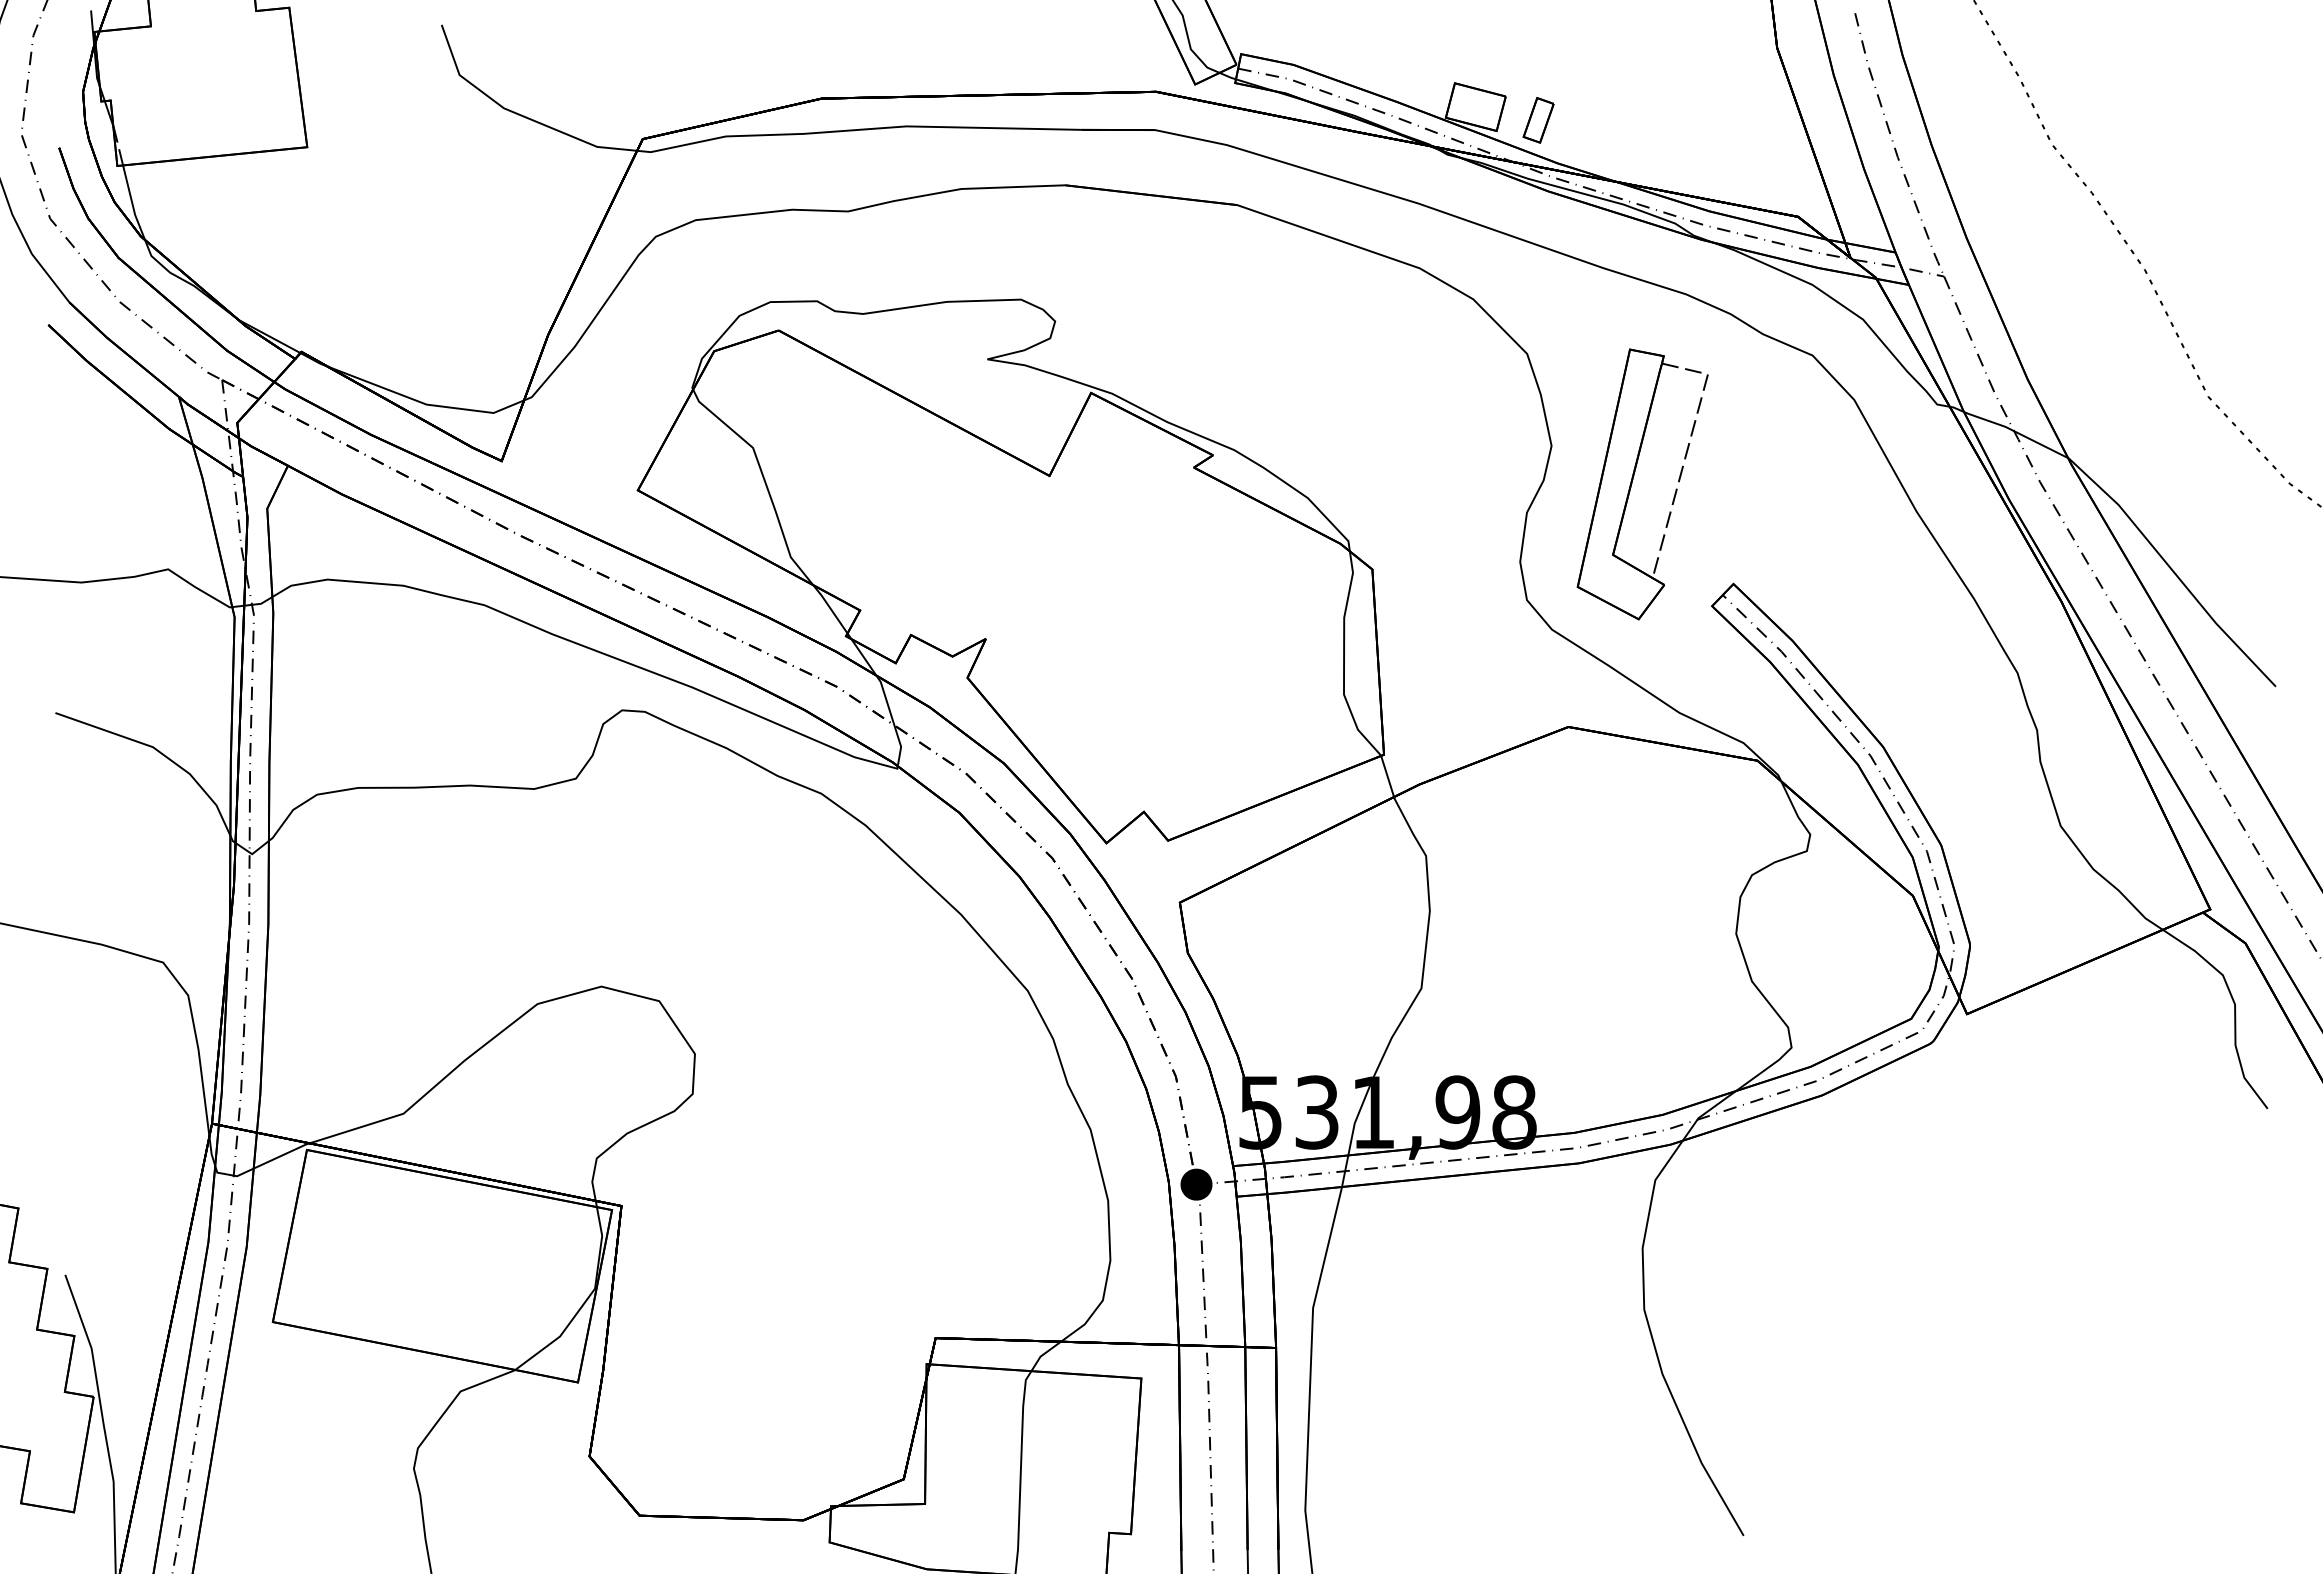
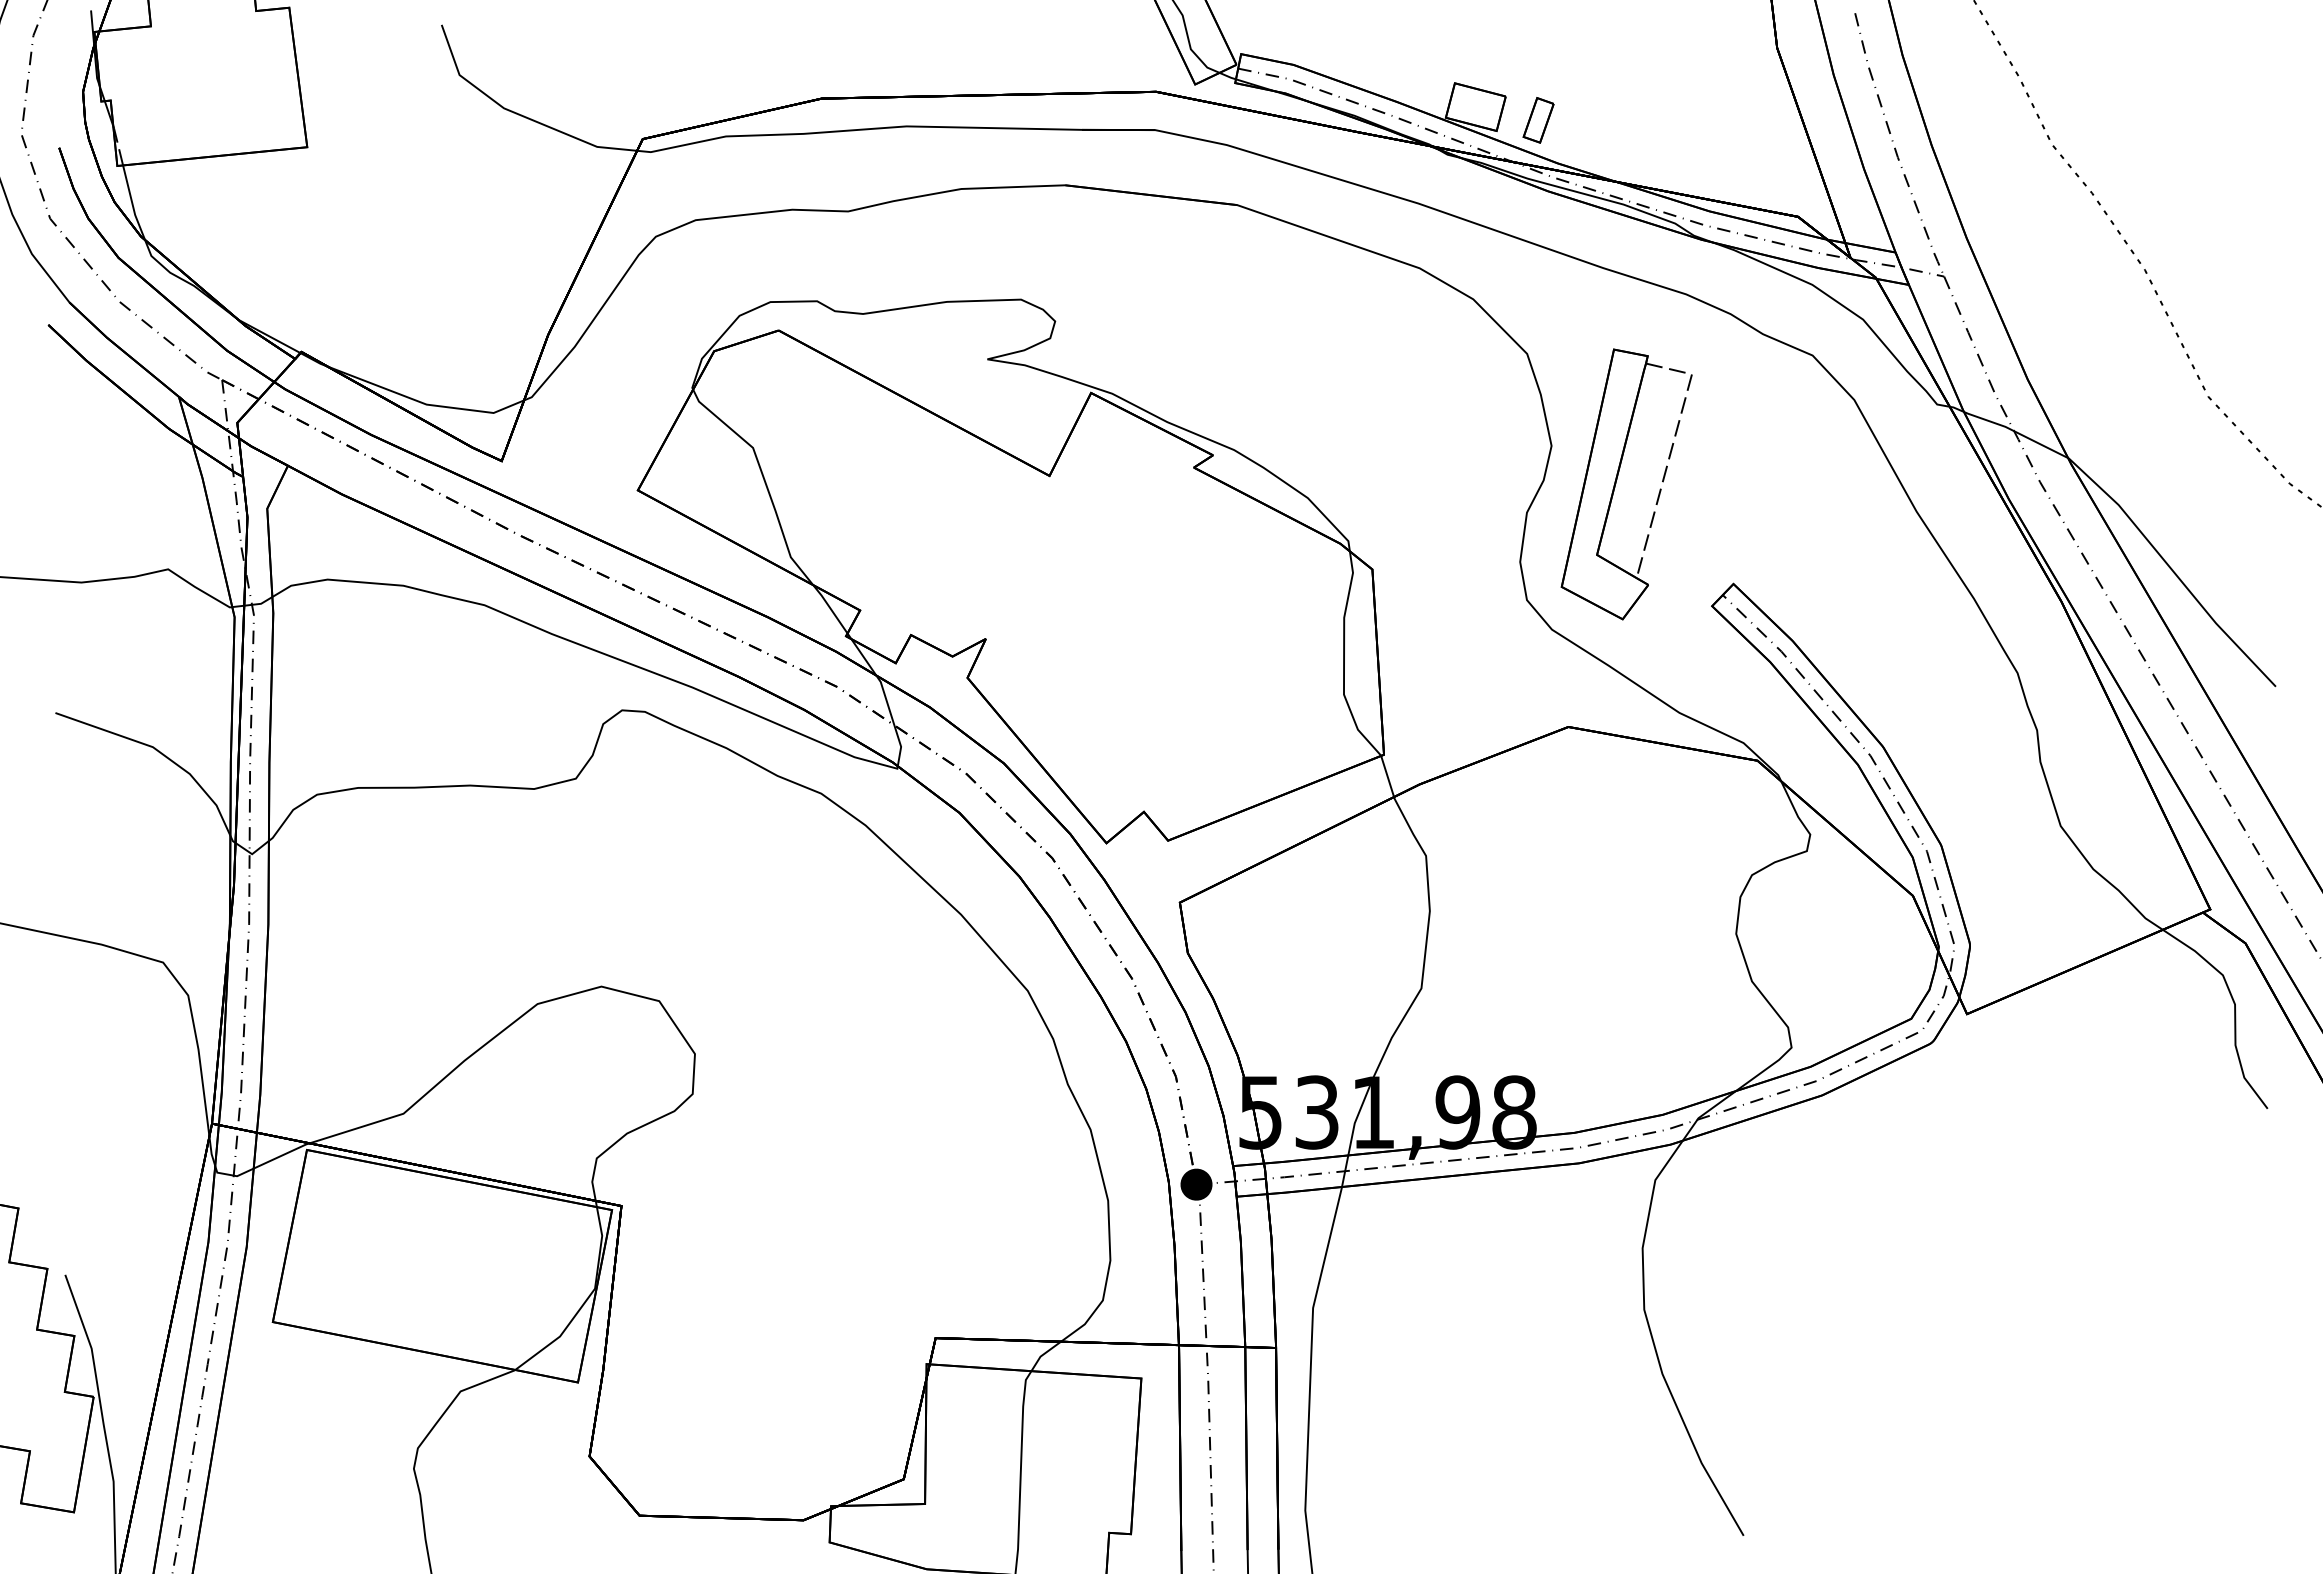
part at (1632, 483) position: (1632, 483) -> (1616, 483)
